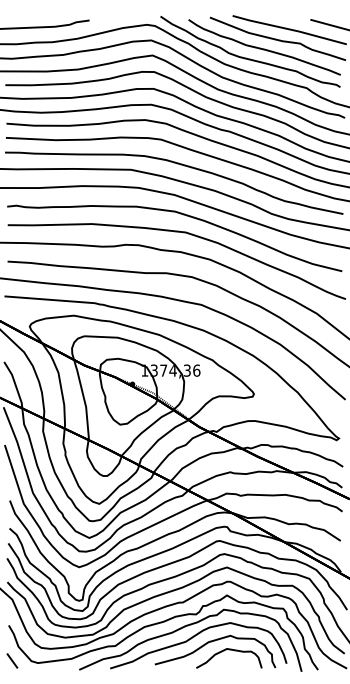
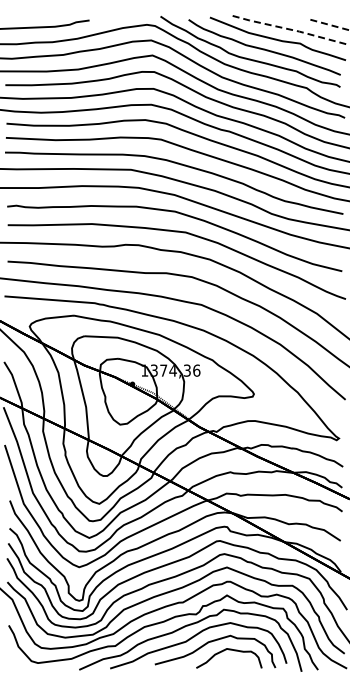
line at (330, 25): solid -> dashed
line at (290, 29): solid -> dashed
line at (12, 660): present -> none
